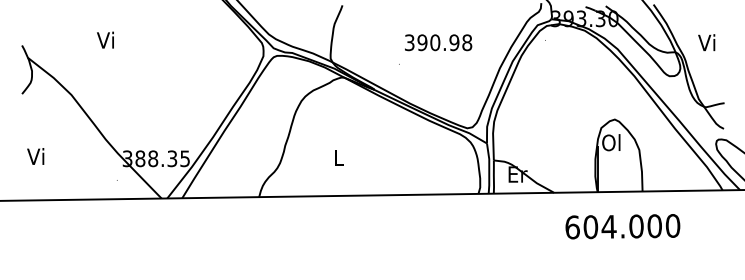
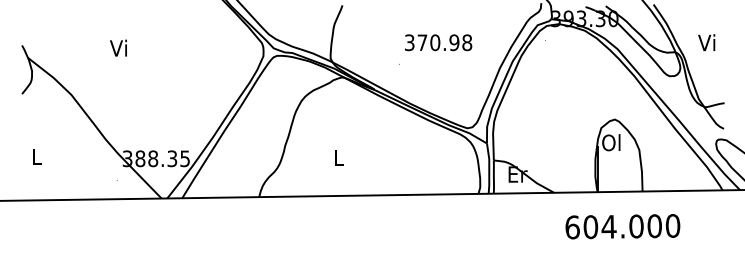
text at (105, 39) position: (105, 39) -> (118, 47)
text at (422, 42): 390.98 -> 370.98
text at (35, 156): Vi -> L
